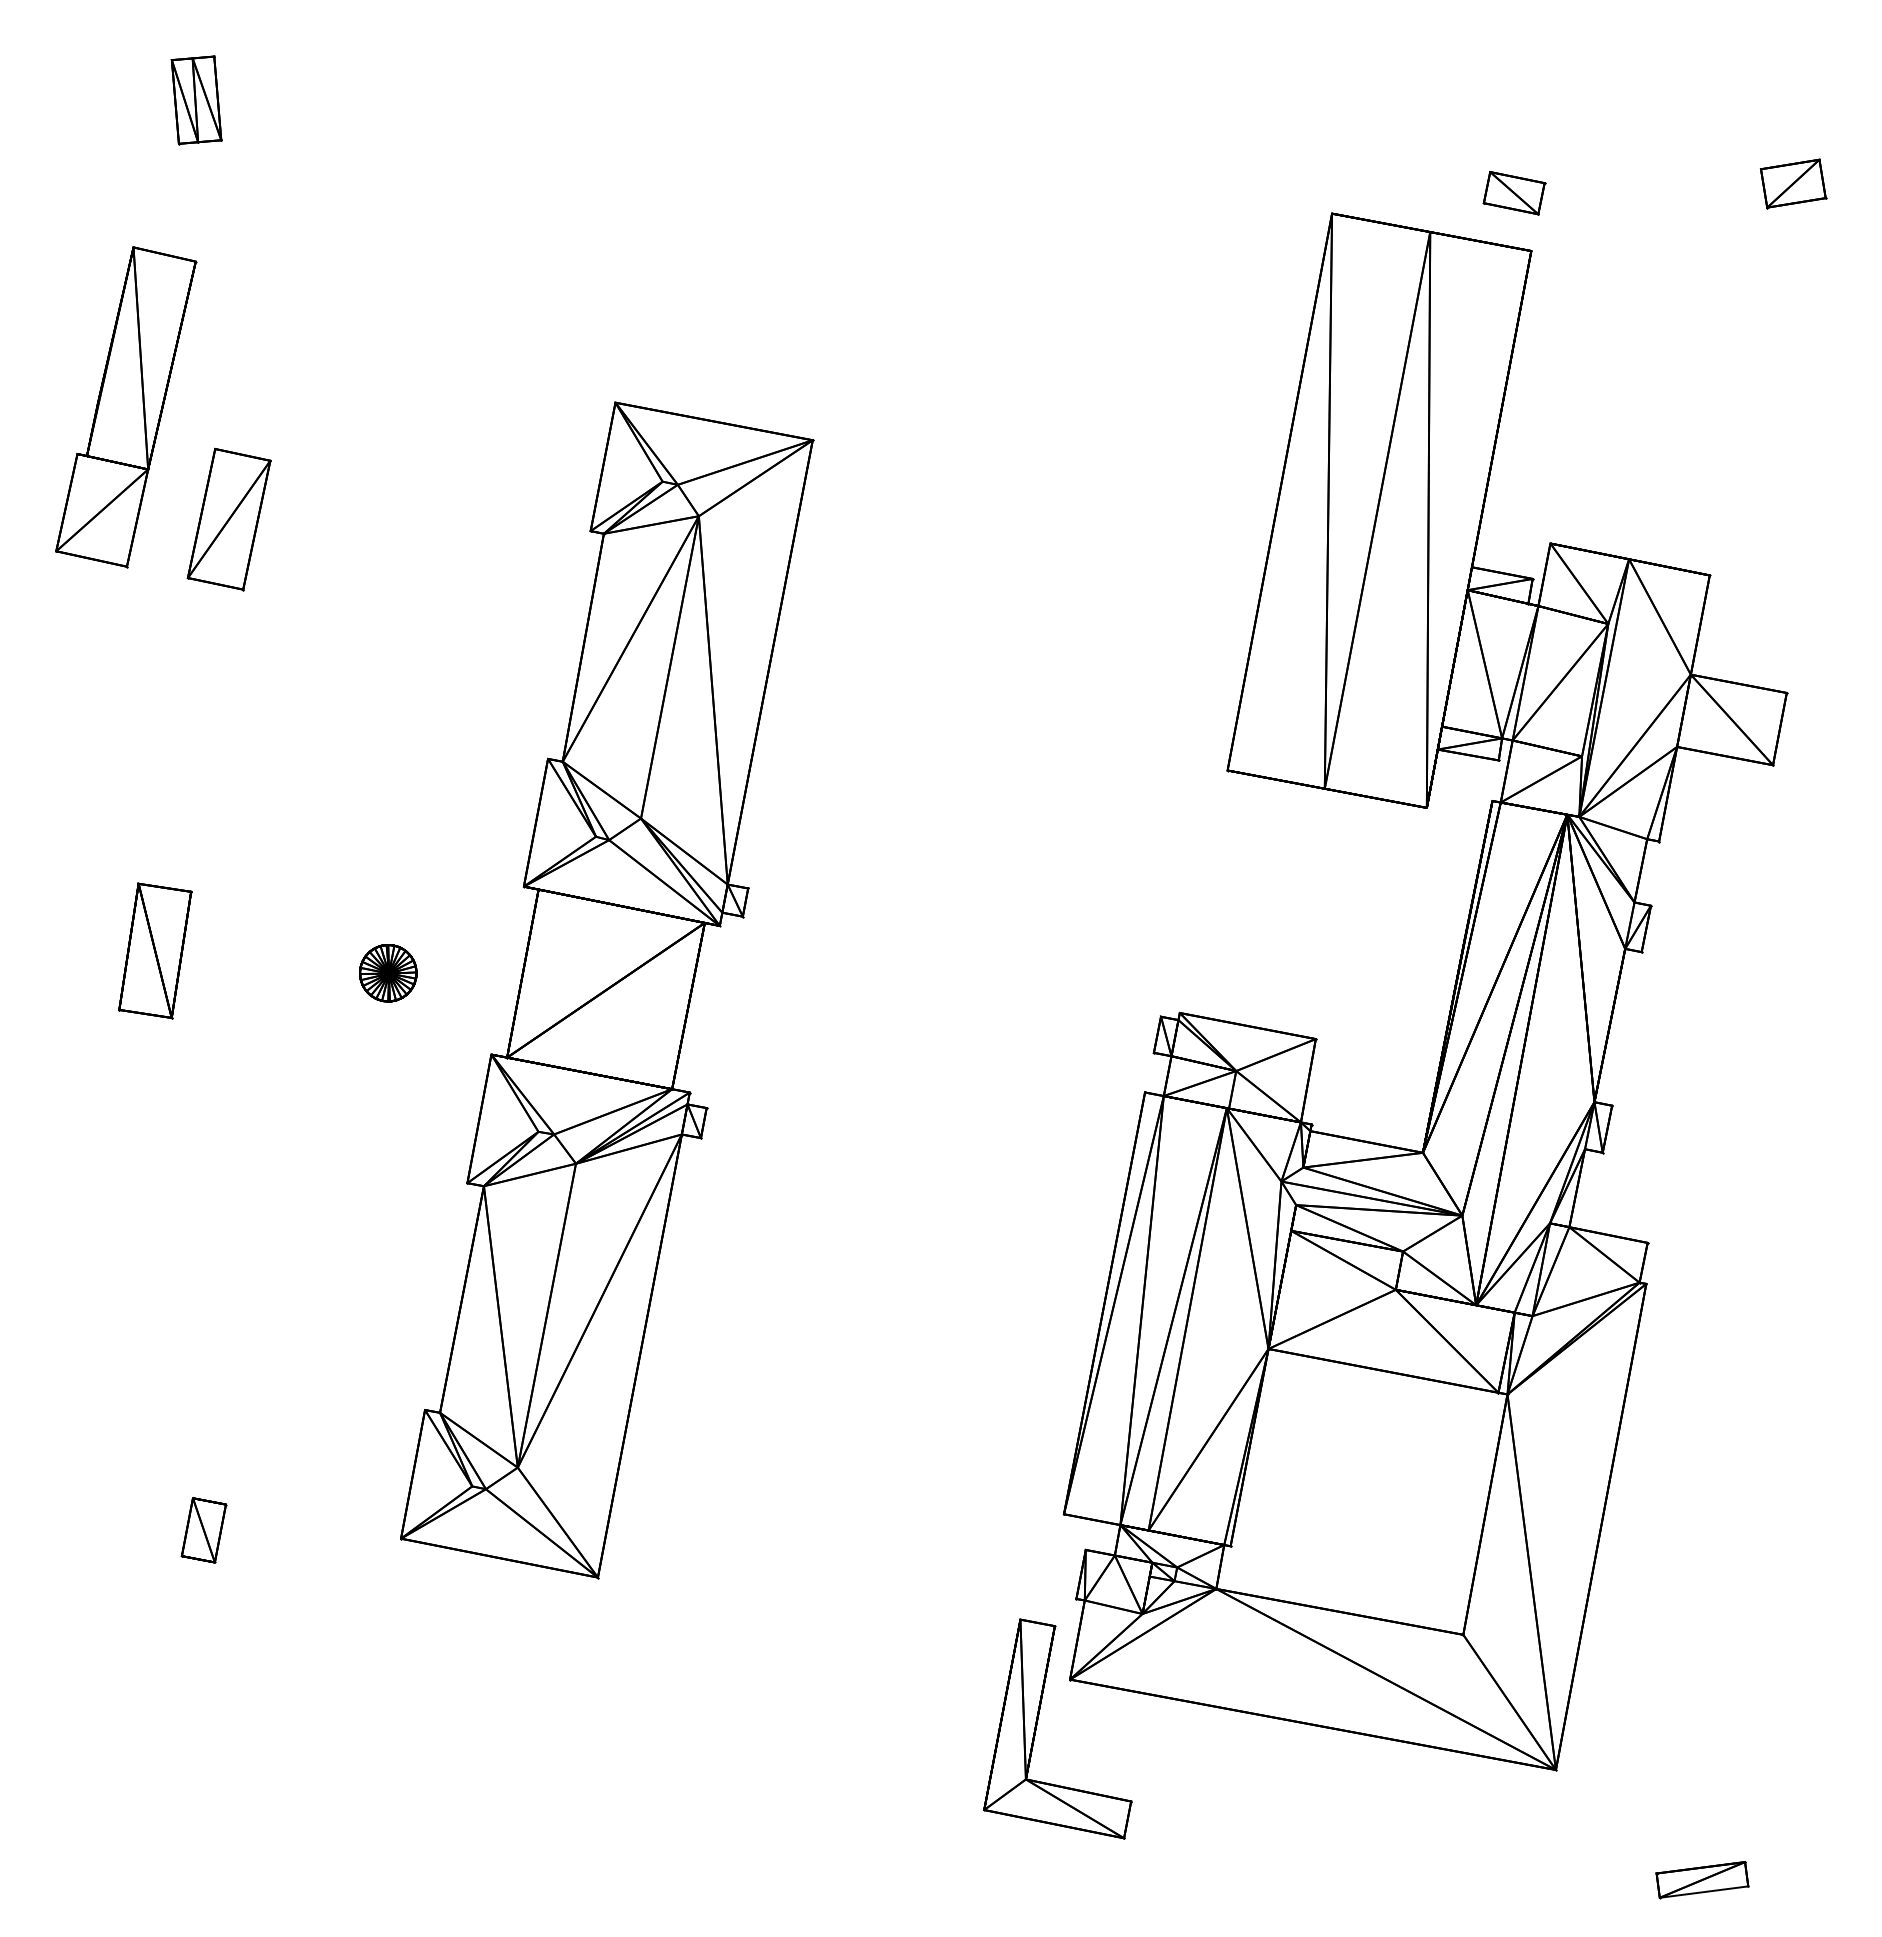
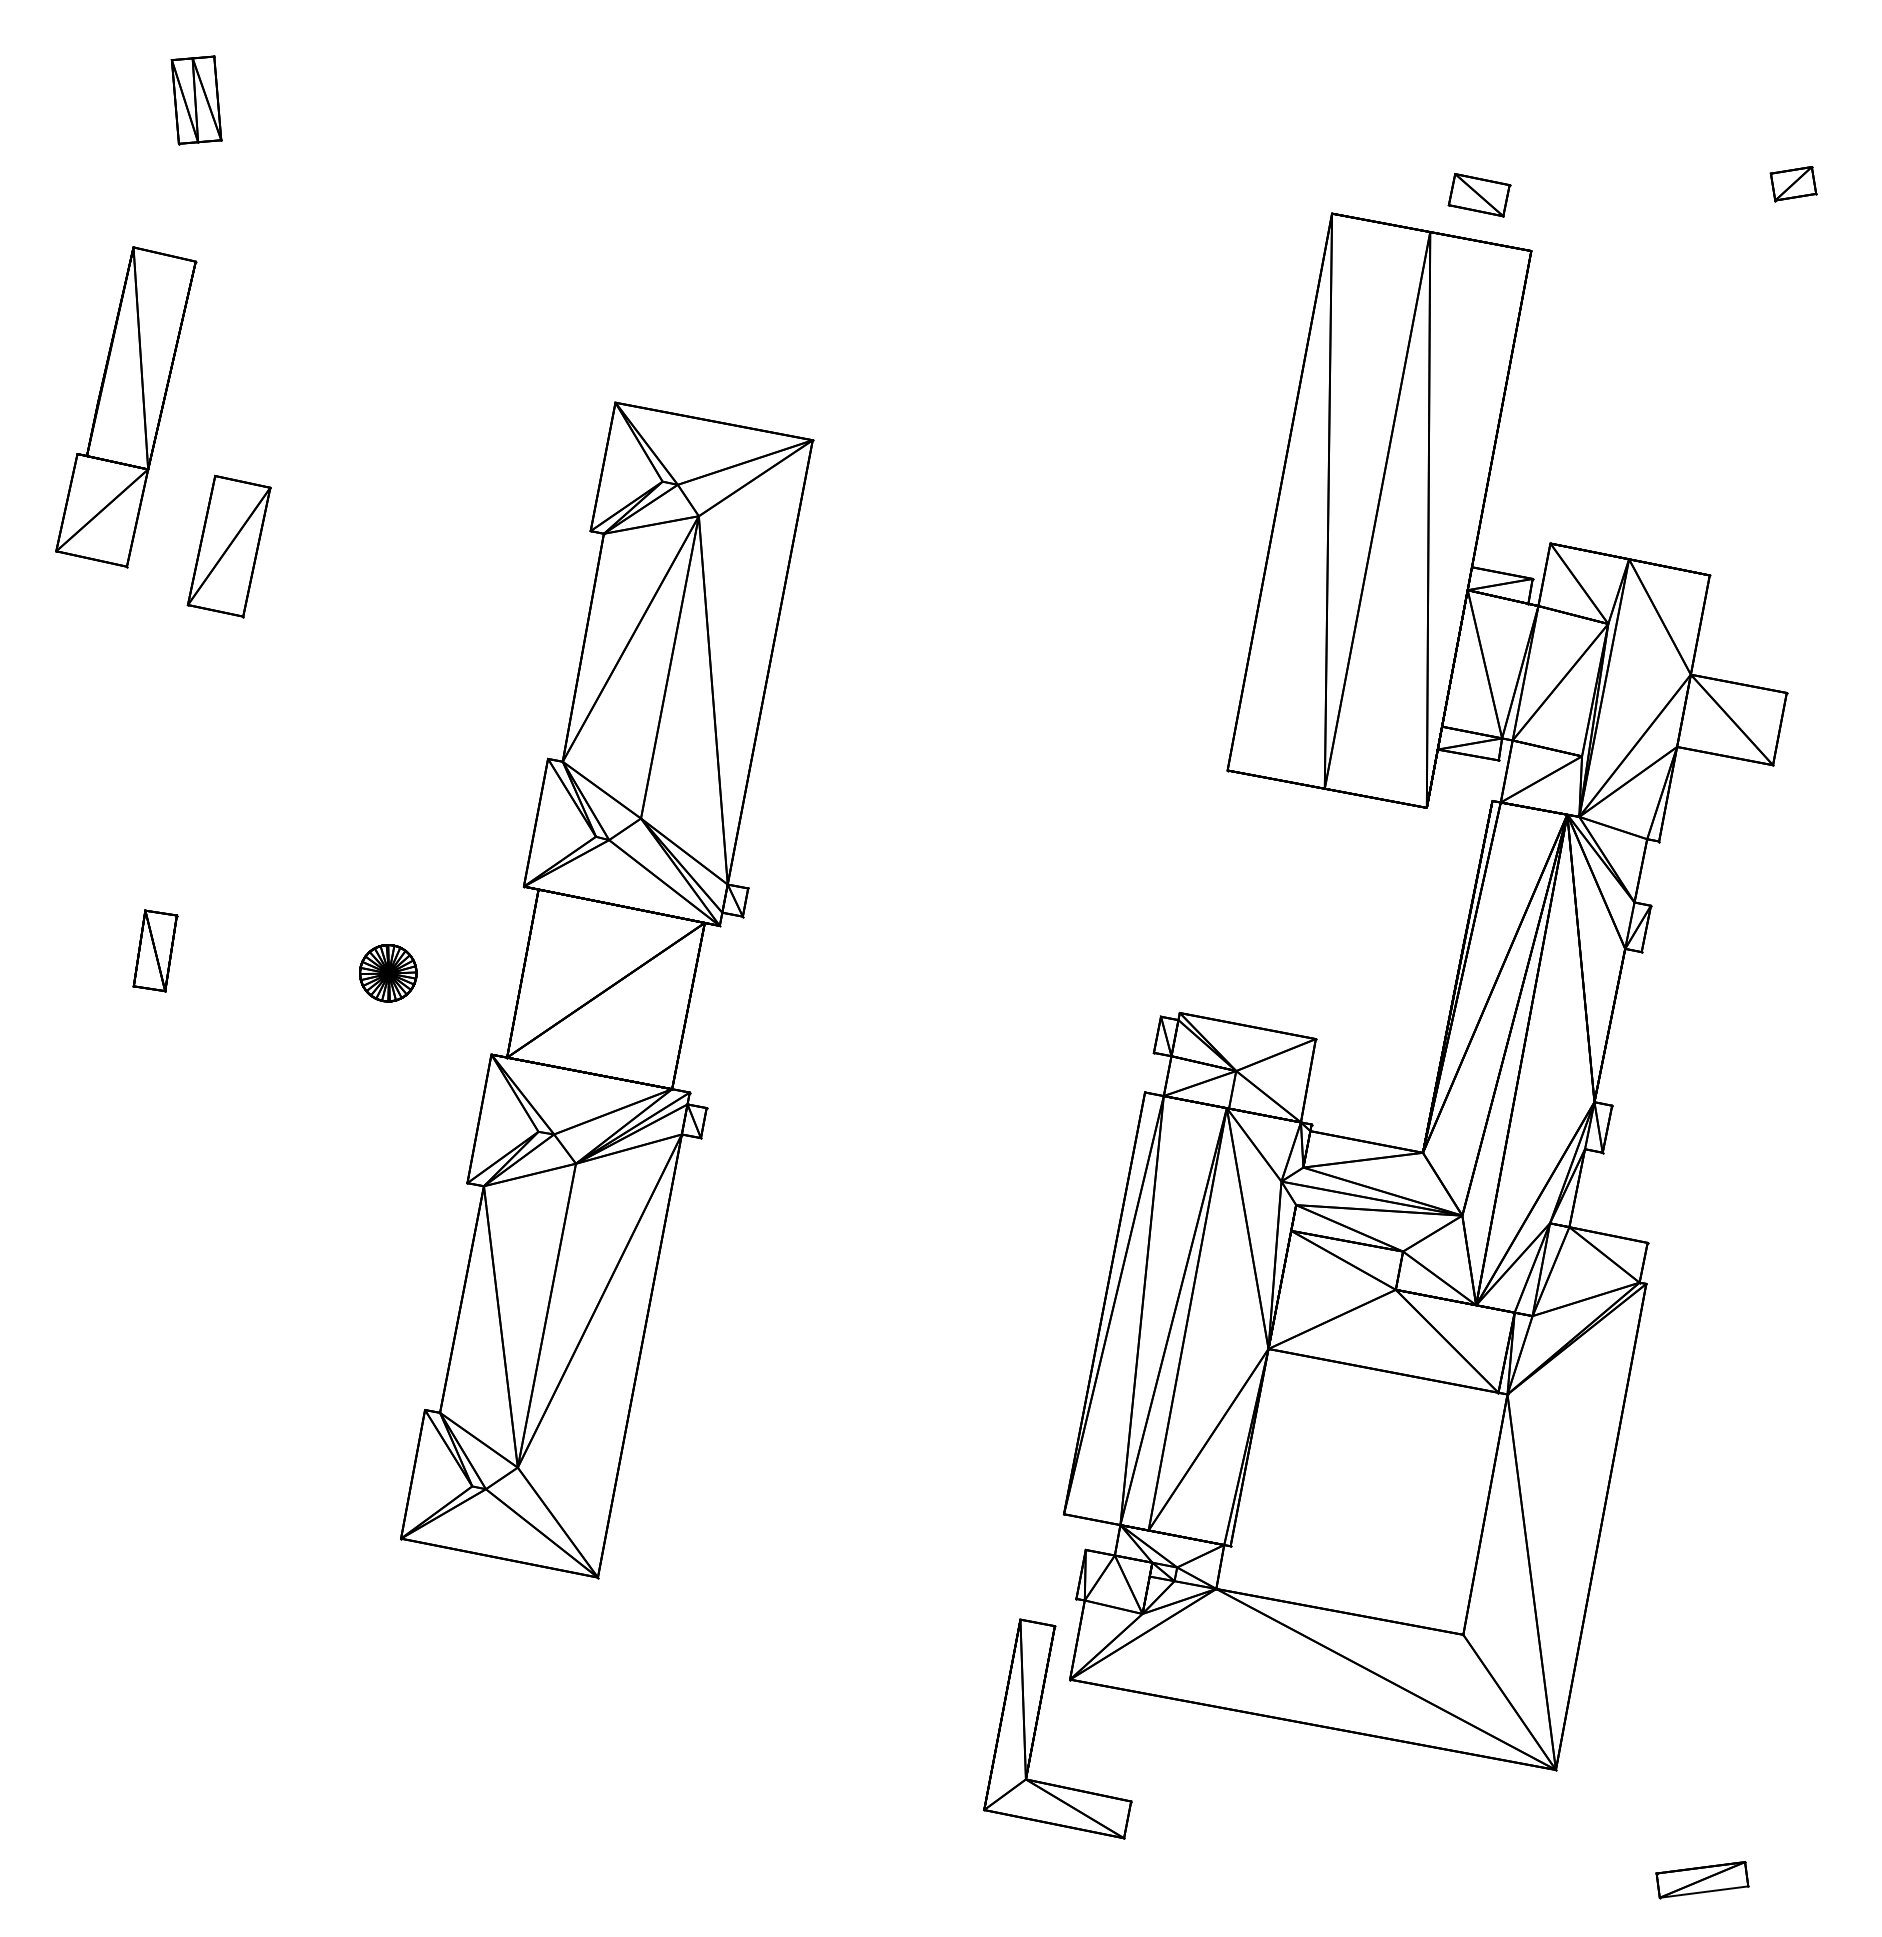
part at (1793, 183) size: 68x52 px -> 49x37 px
part at (1514, 193) position: (1514, 193) -> (1479, 195)
part at (228, 519) position: (228, 519) -> (228, 546)
part at (155, 950) size: 75x138 px -> 47x84 px
part at (203, 1530): present -> none
